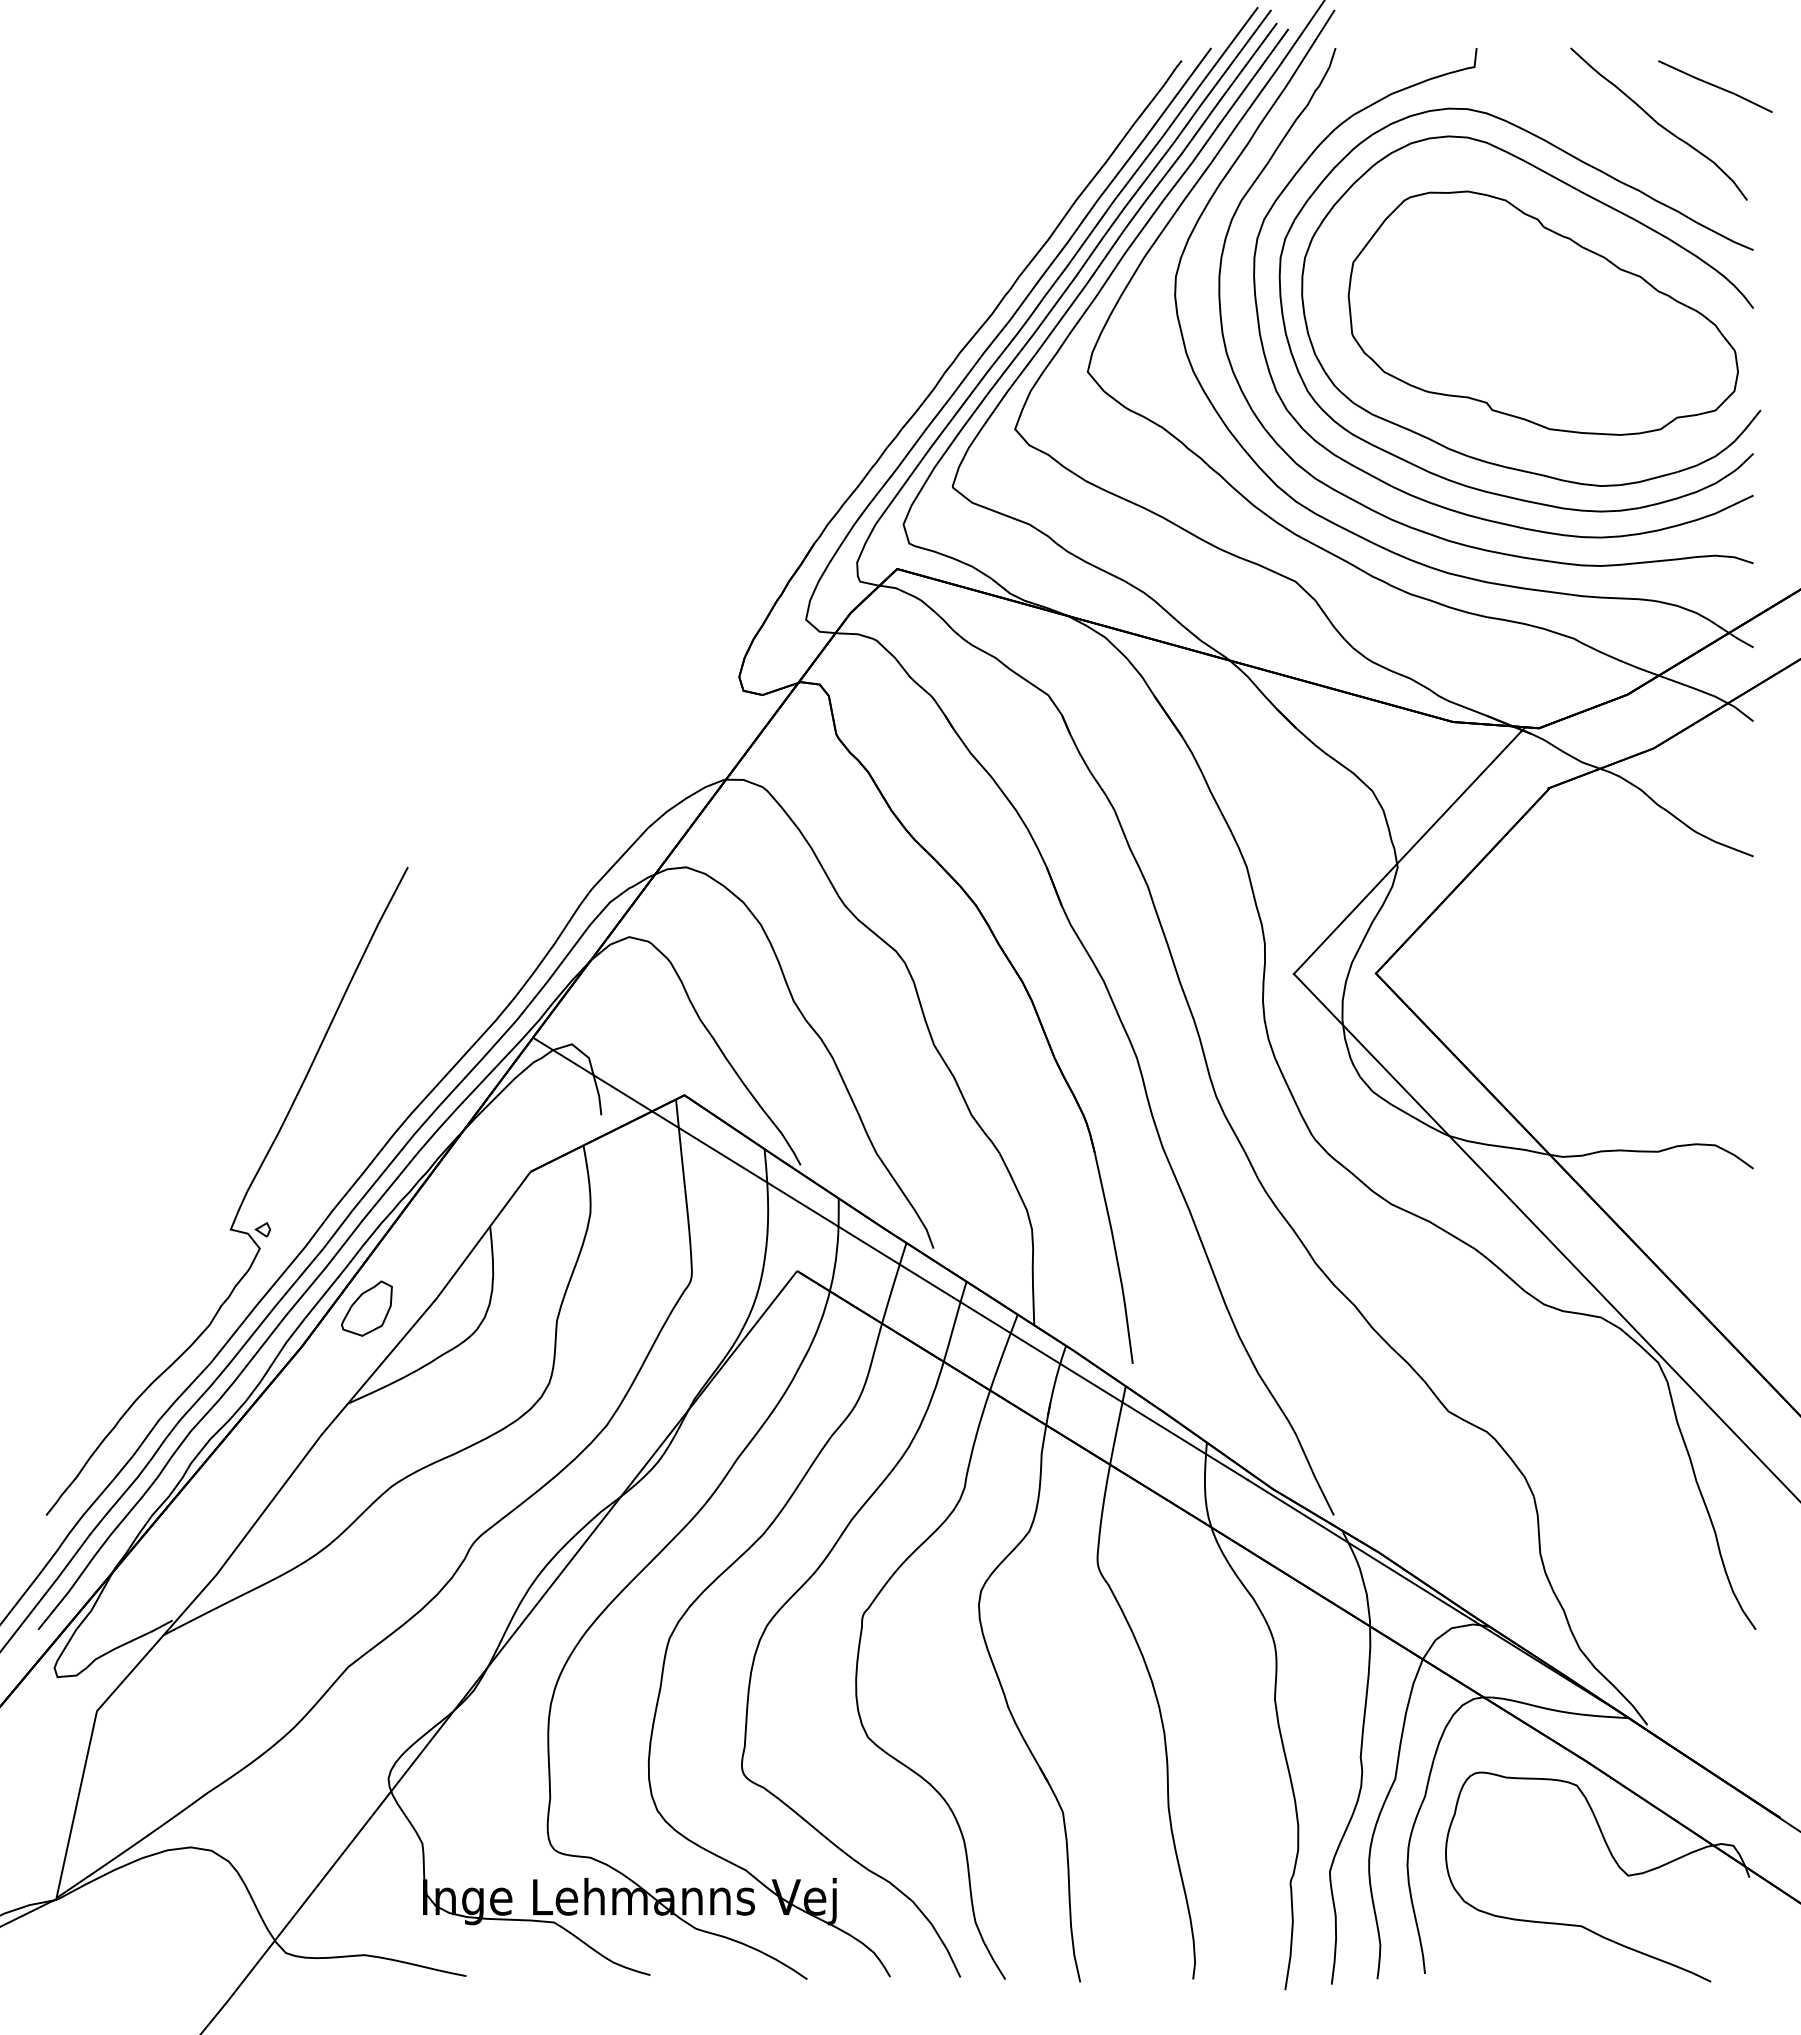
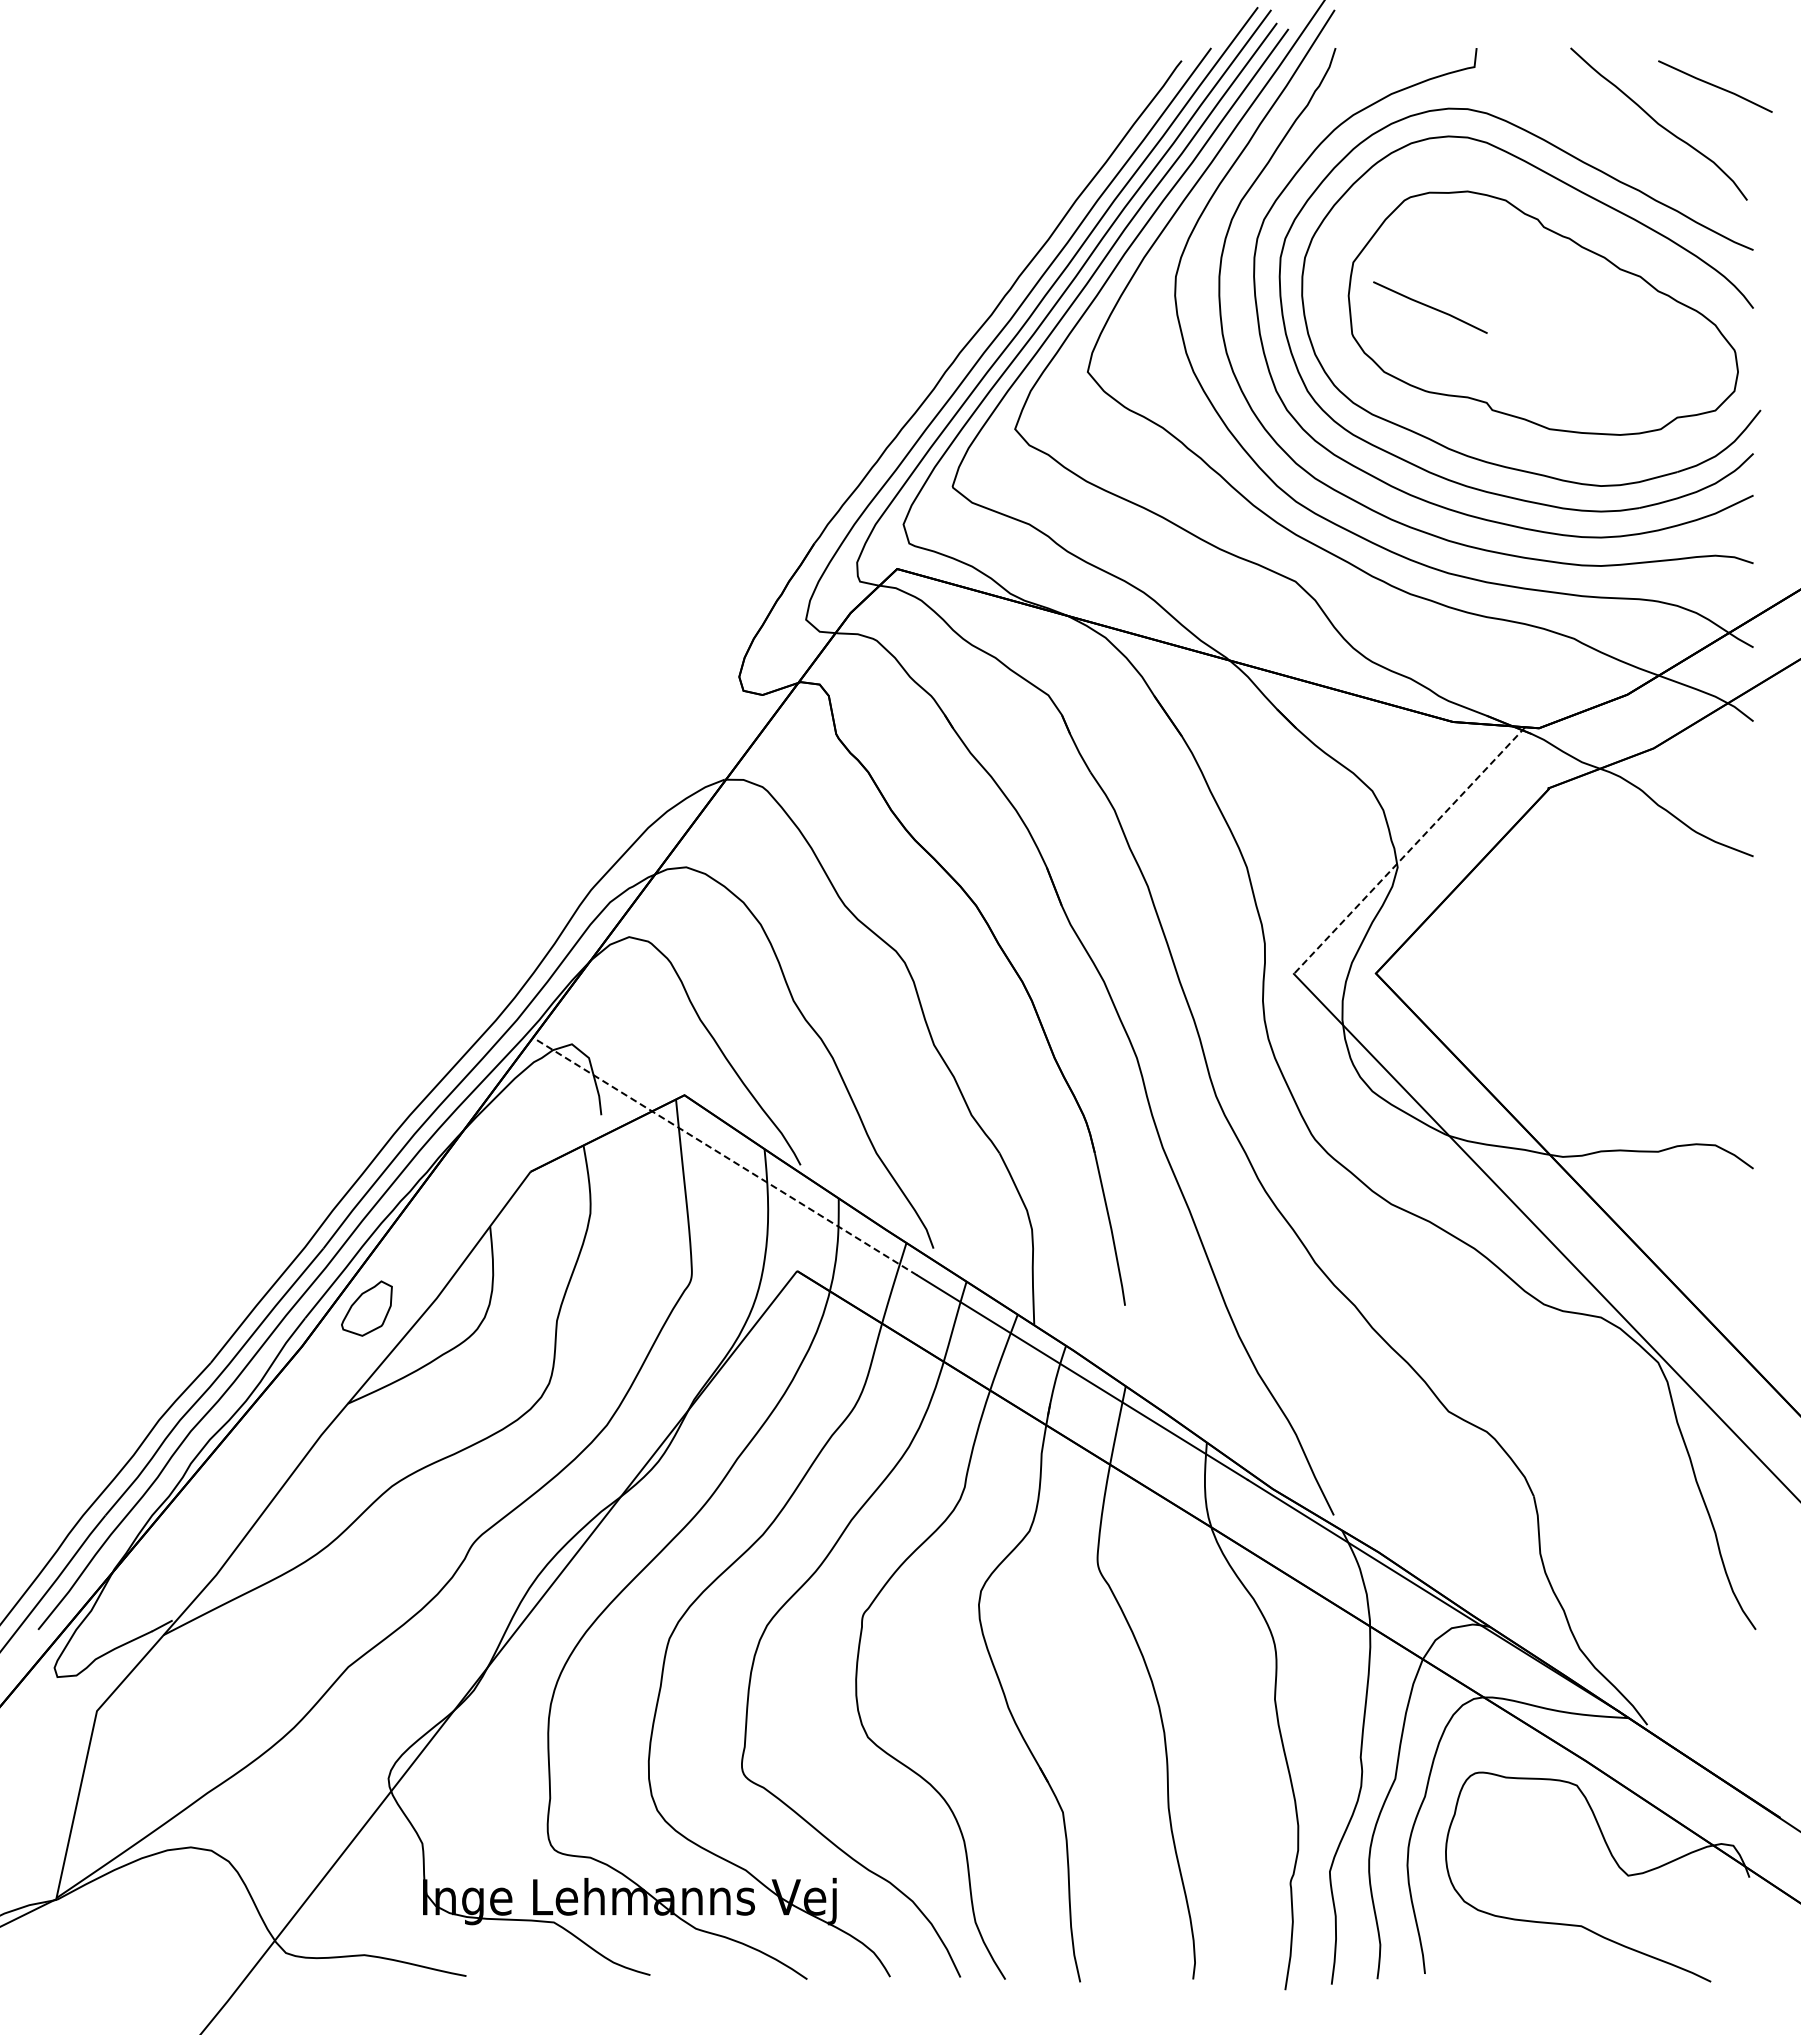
line at (1430, 307): none -> present
line at (1409, 850): solid -> dashed
line at (725, 1156): solid -> dashed
part at (242, 1199): present -> none
line at (1128, 1333): present -> none
